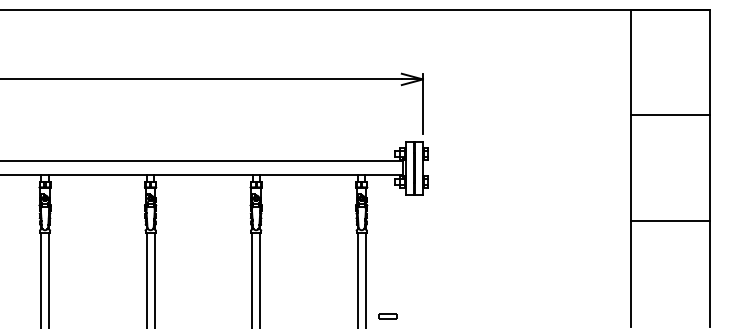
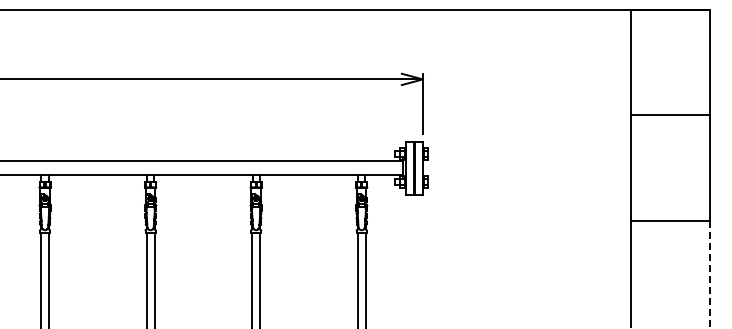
line at (710, 273): solid -> dashed
part at (387, 316): present -> none
